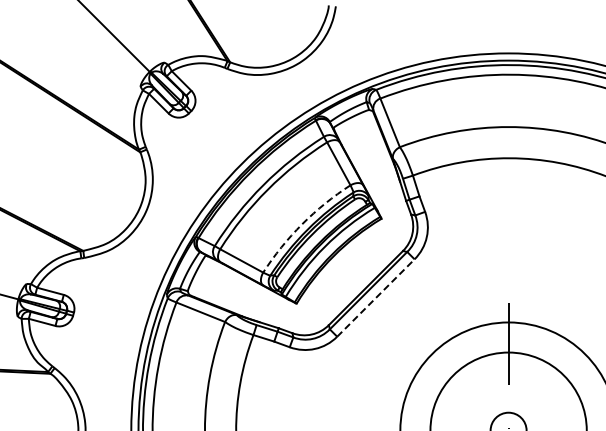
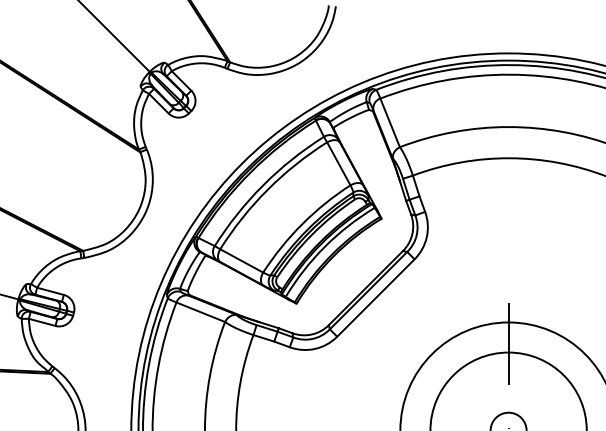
arc at (302, 224): dashed -> solid
line at (375, 298): dashed -> solid
